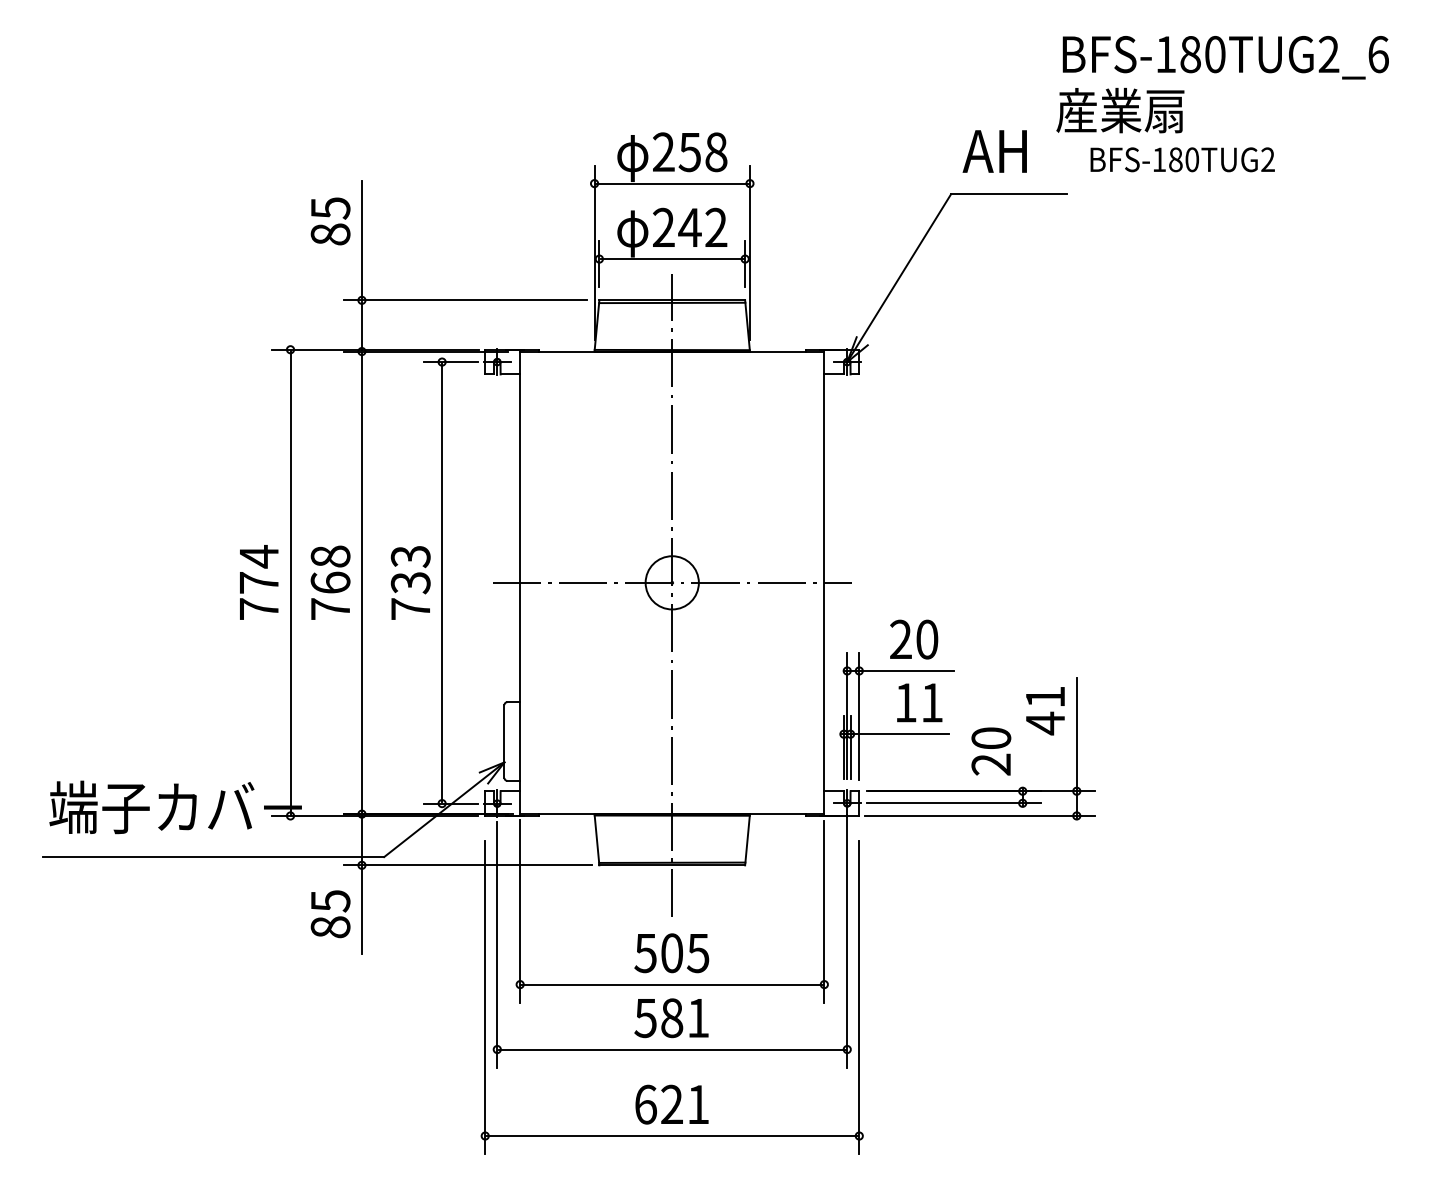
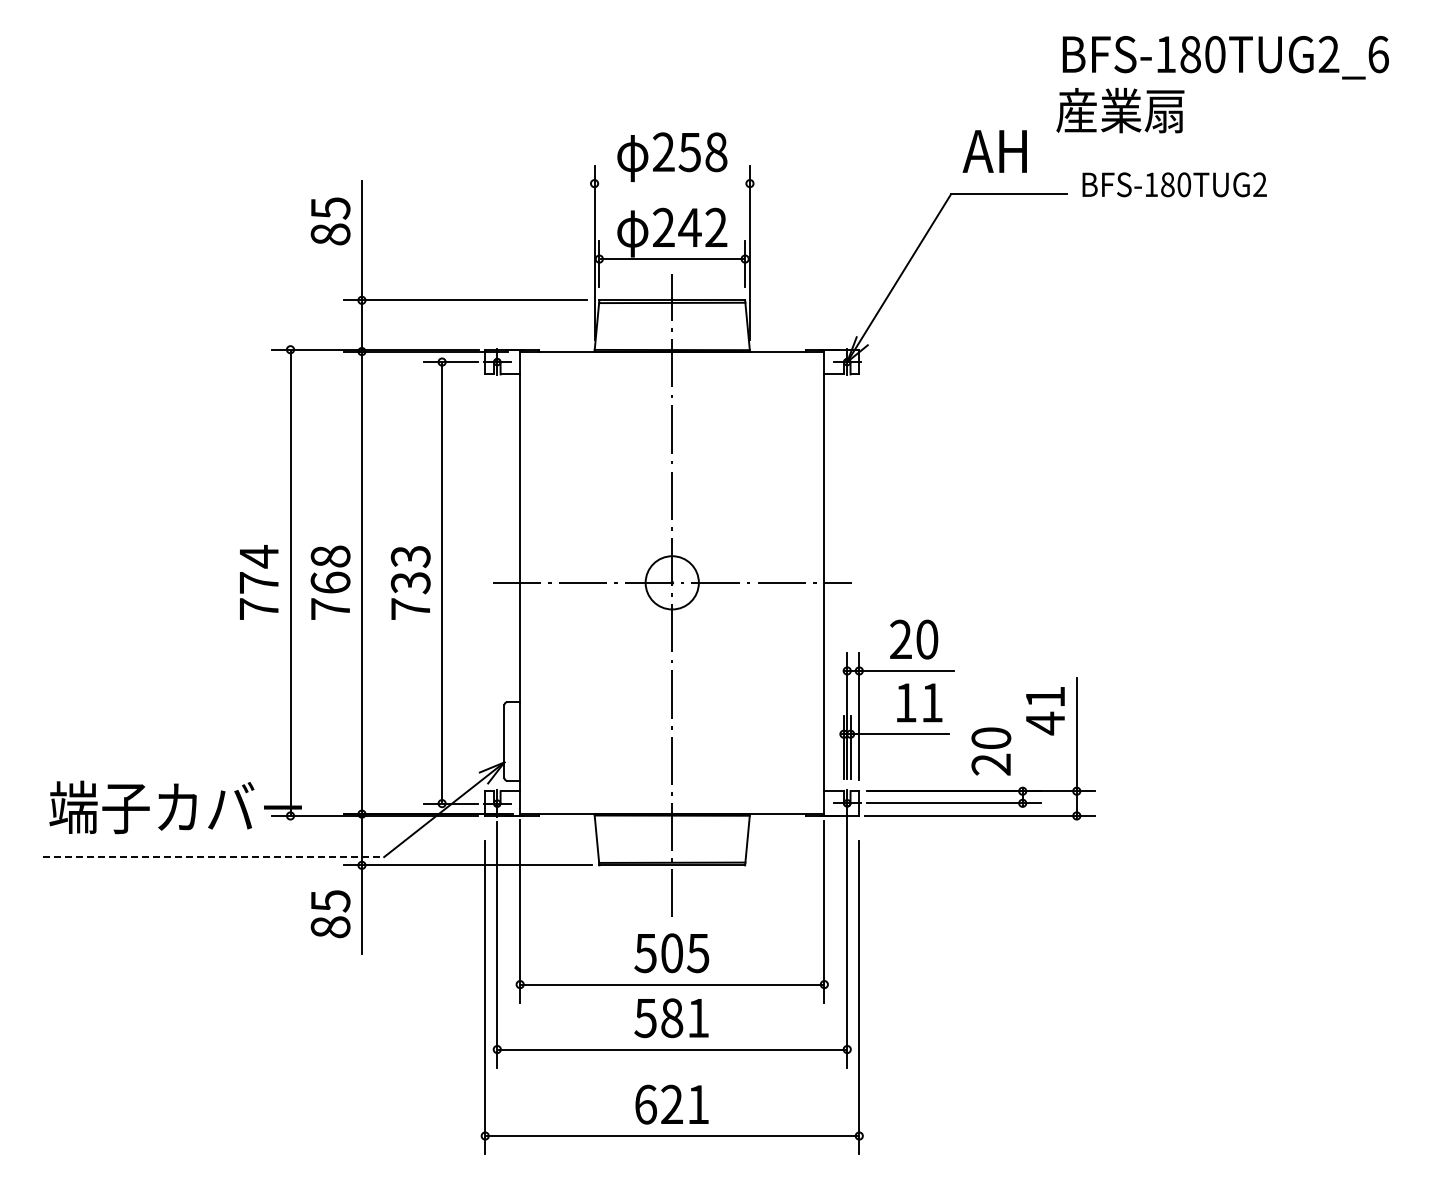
text at (1182, 159) position: (1182, 159) -> (1174, 184)
line at (671, 183): present -> none
line at (213, 857): solid -> dashed
